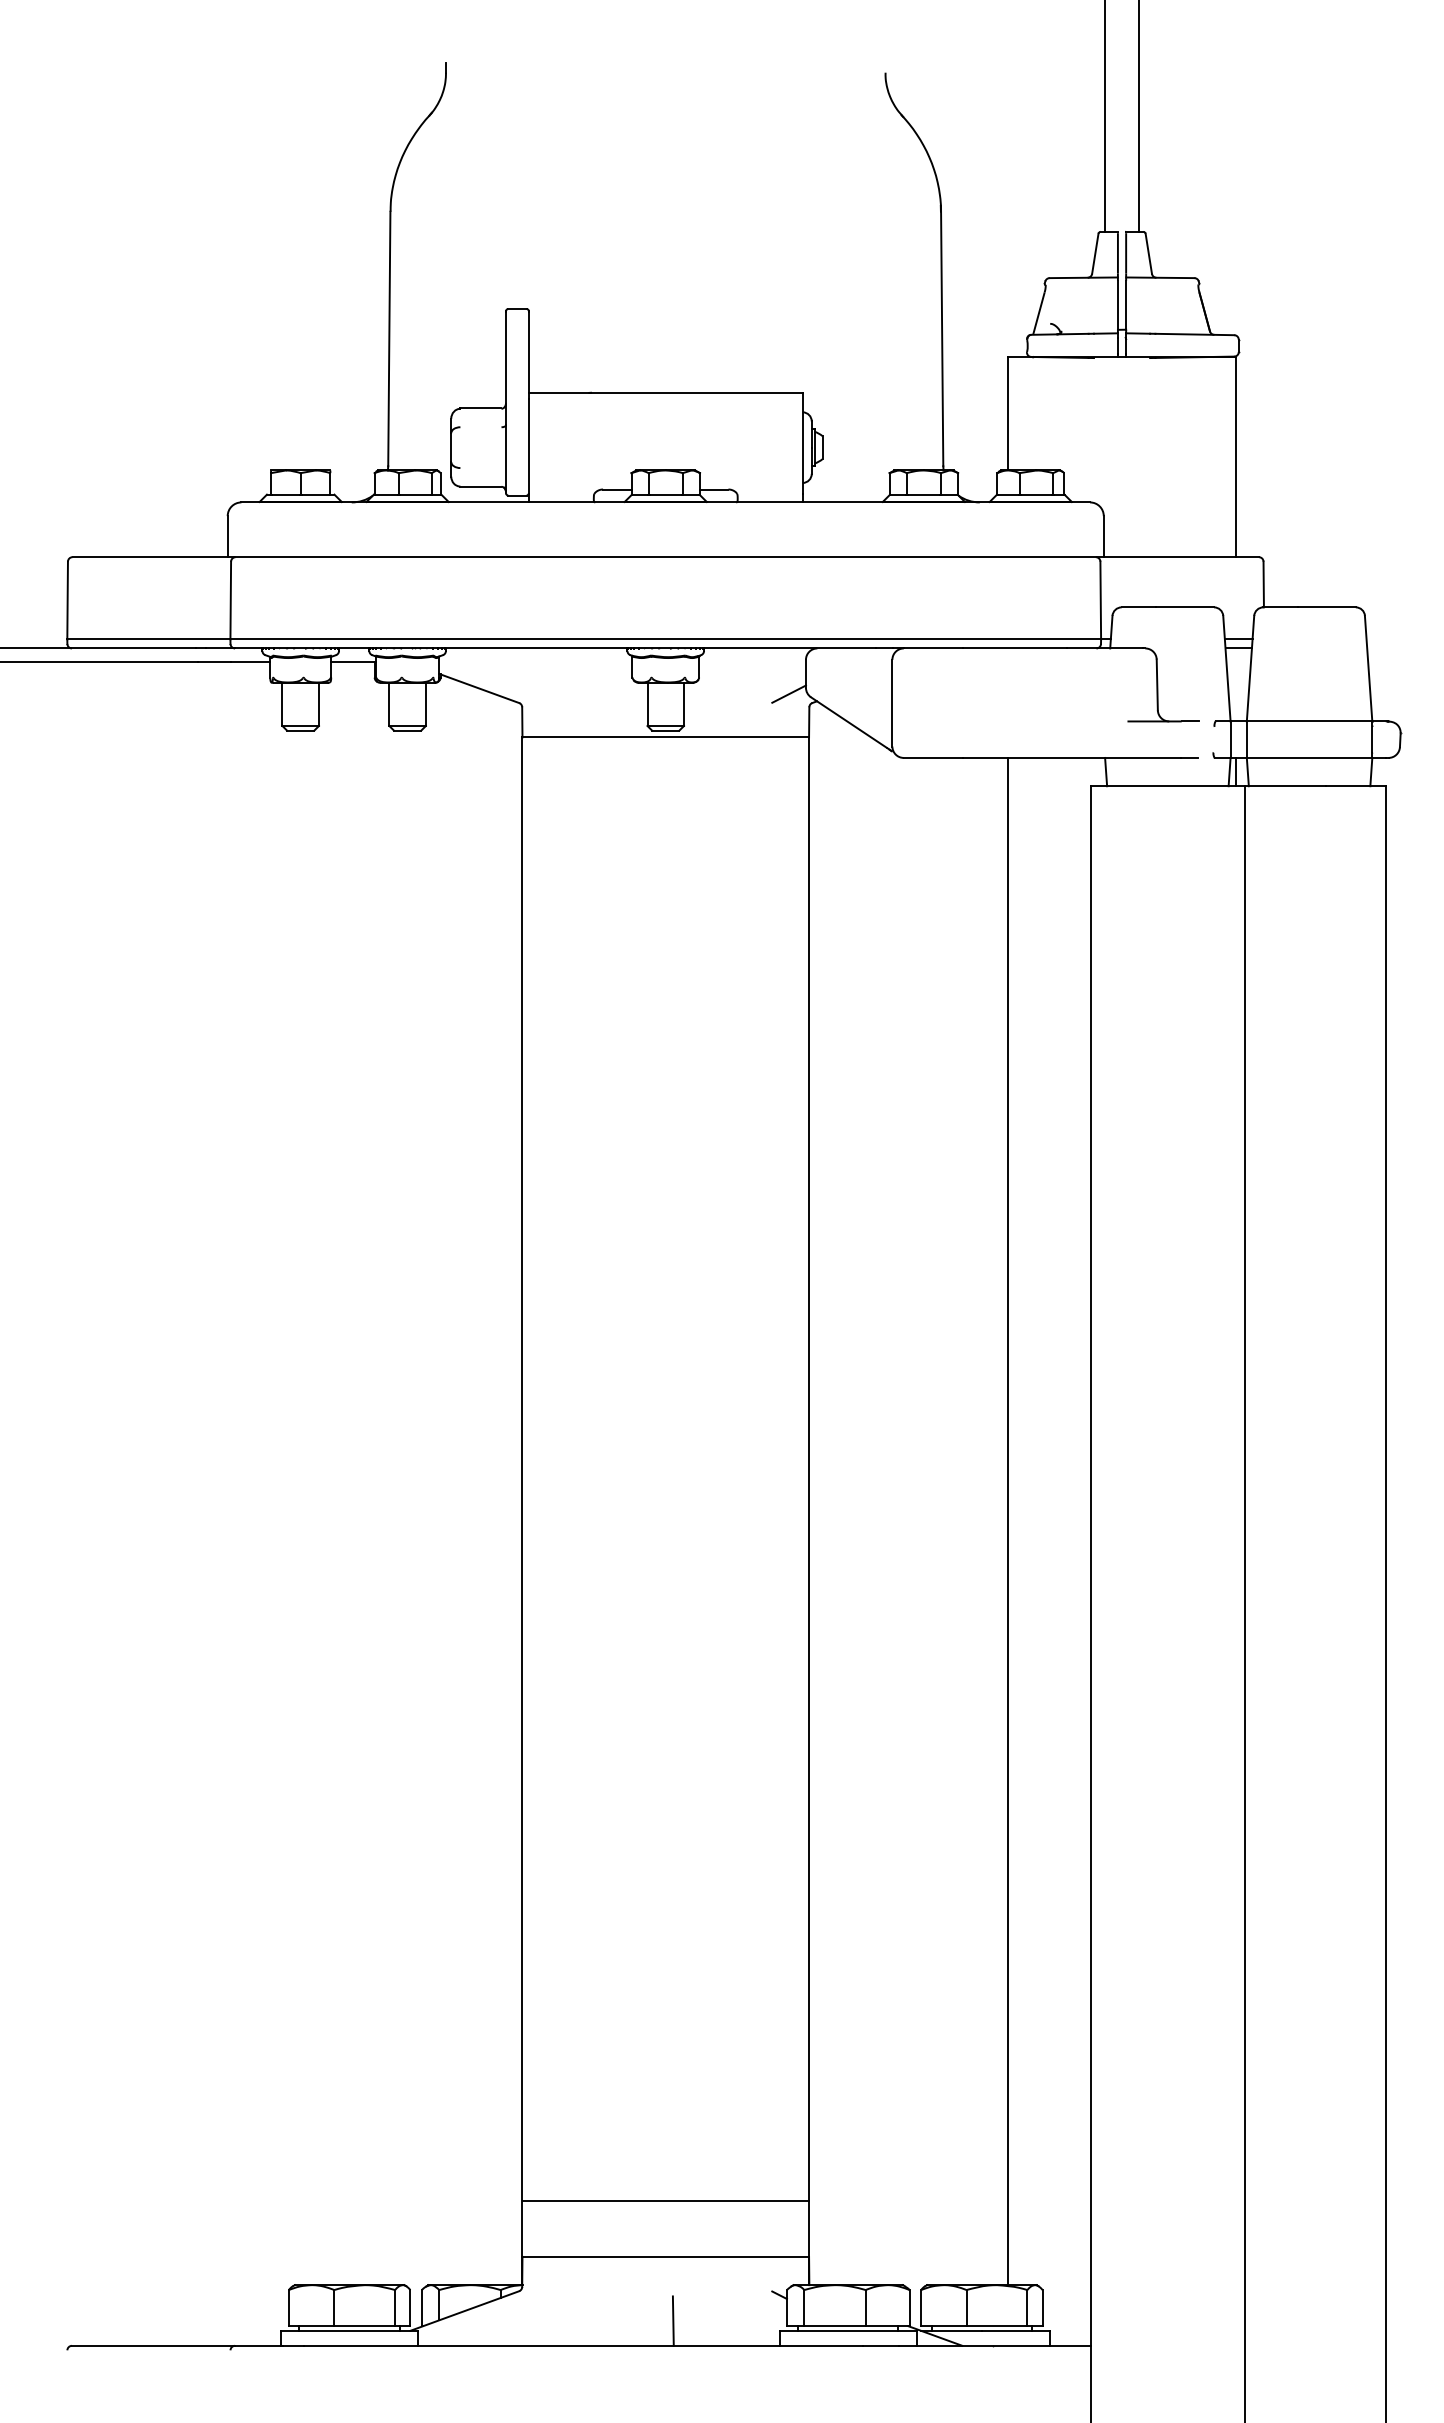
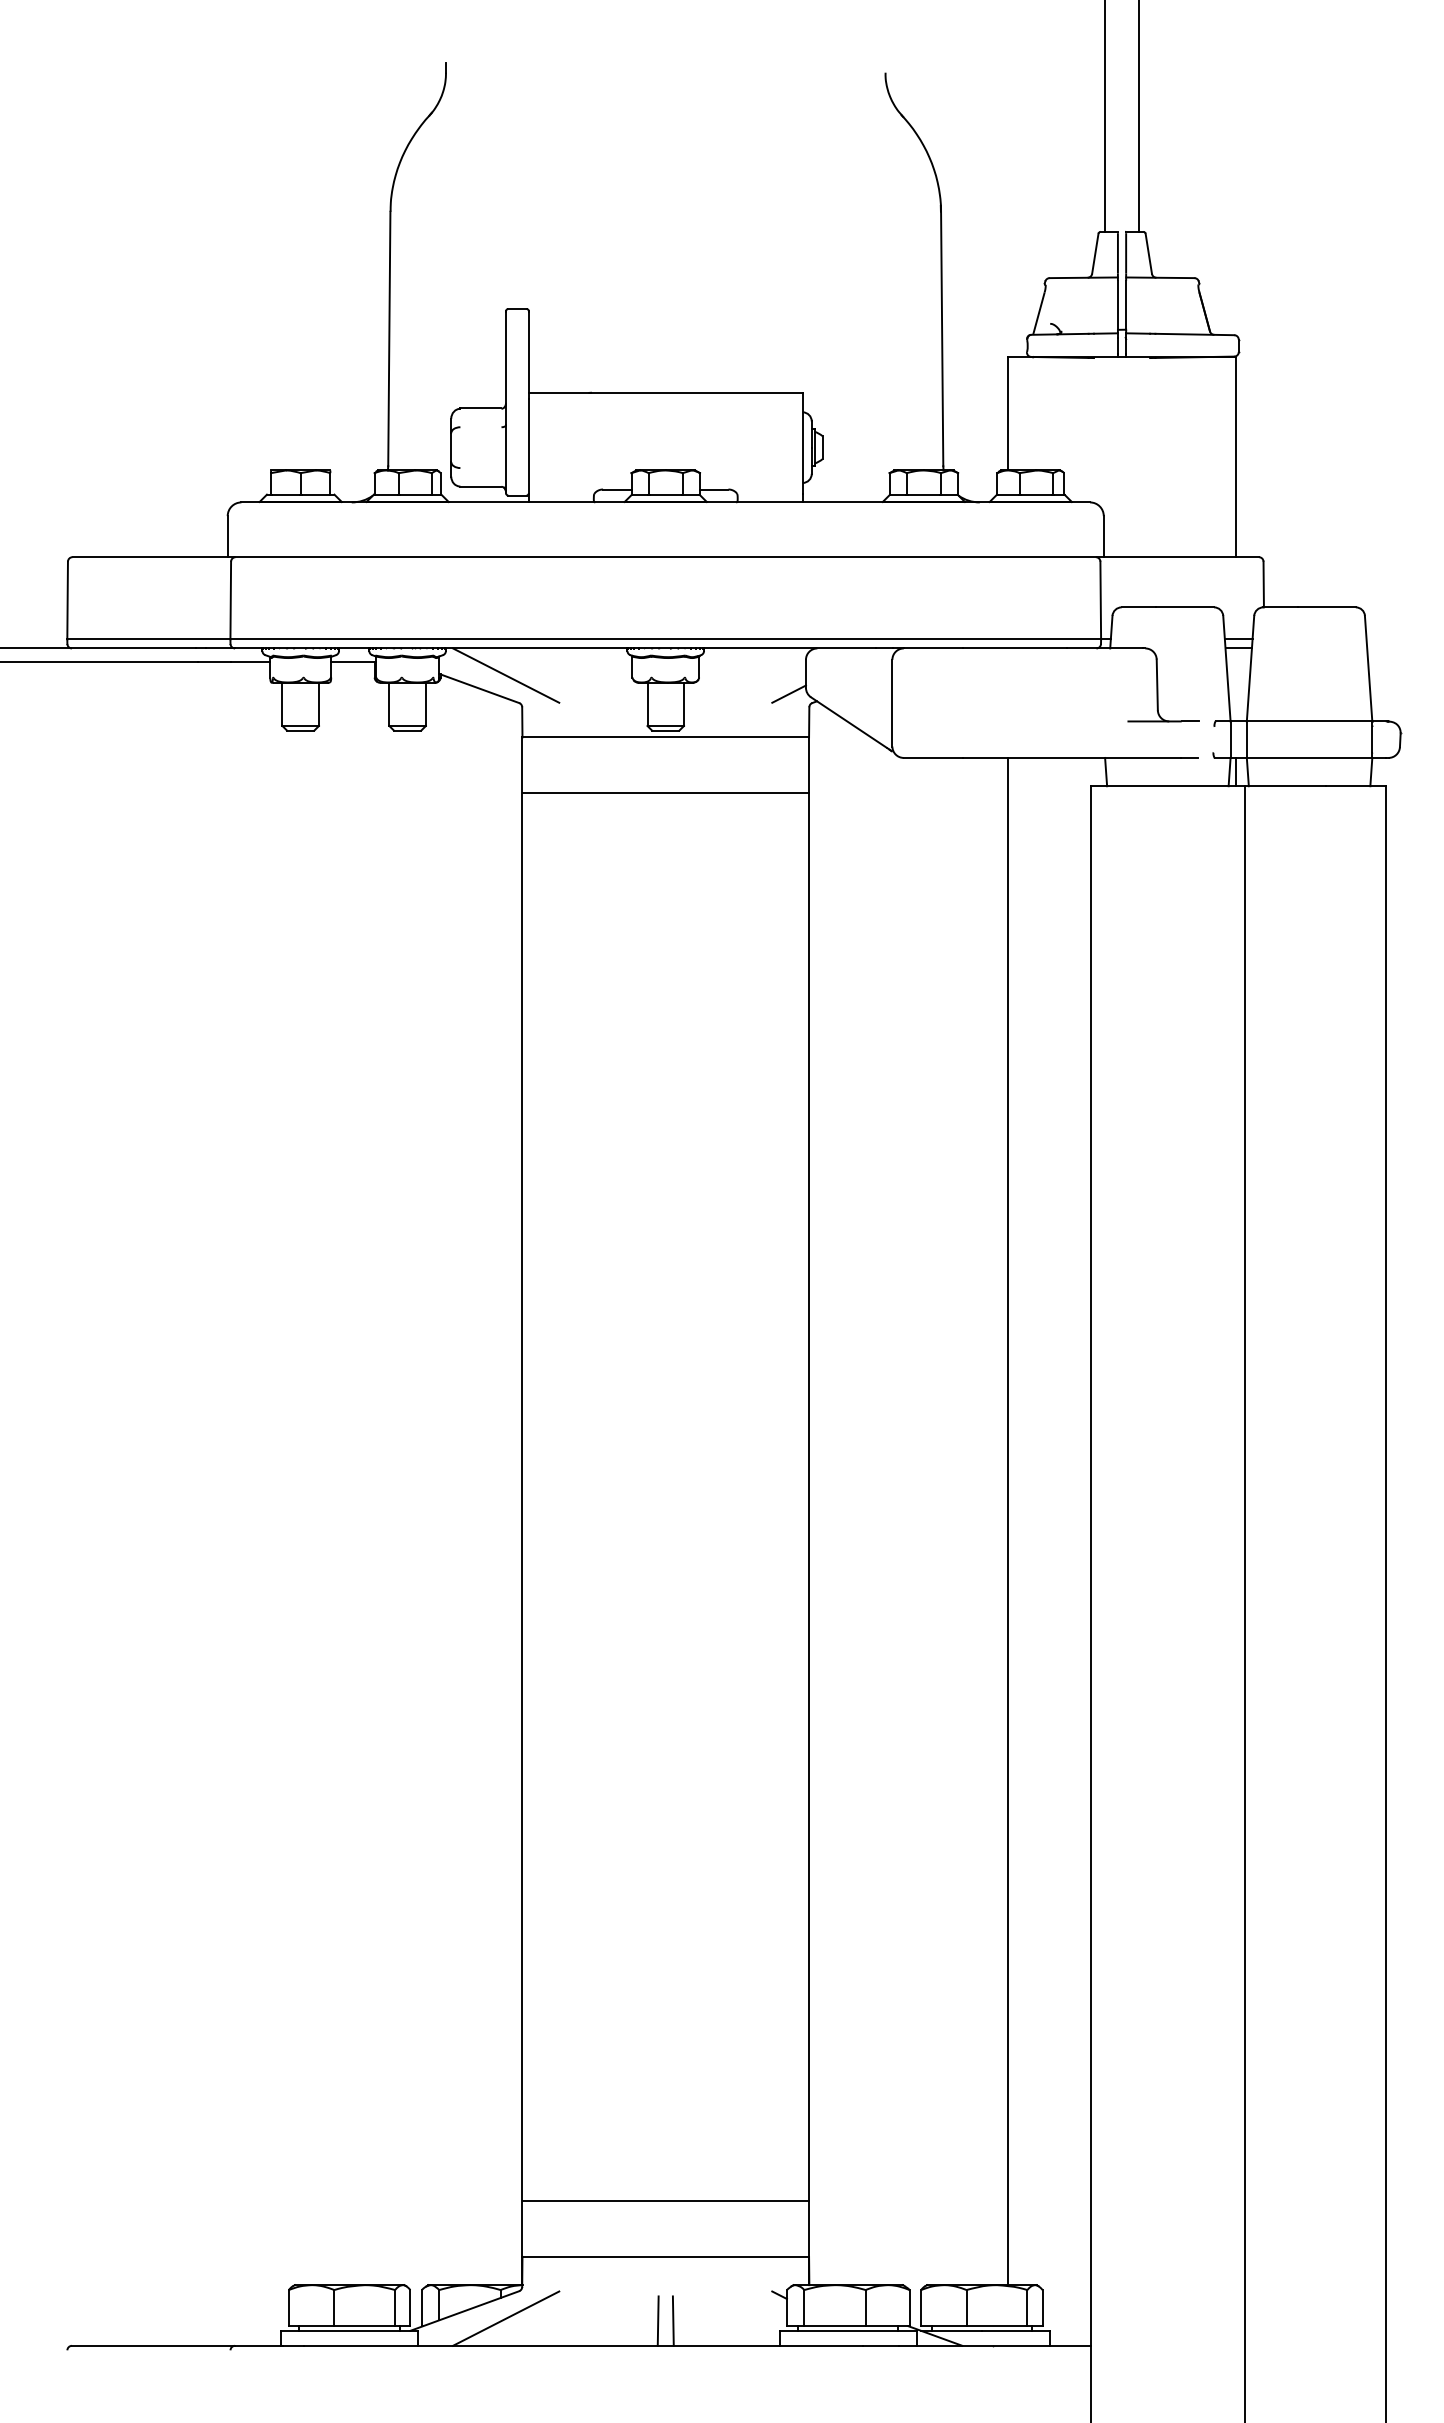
line at (506, 675): none -> present
line at (665, 792): none -> present
line at (506, 2318): none -> present
line at (657, 2320): none -> present
